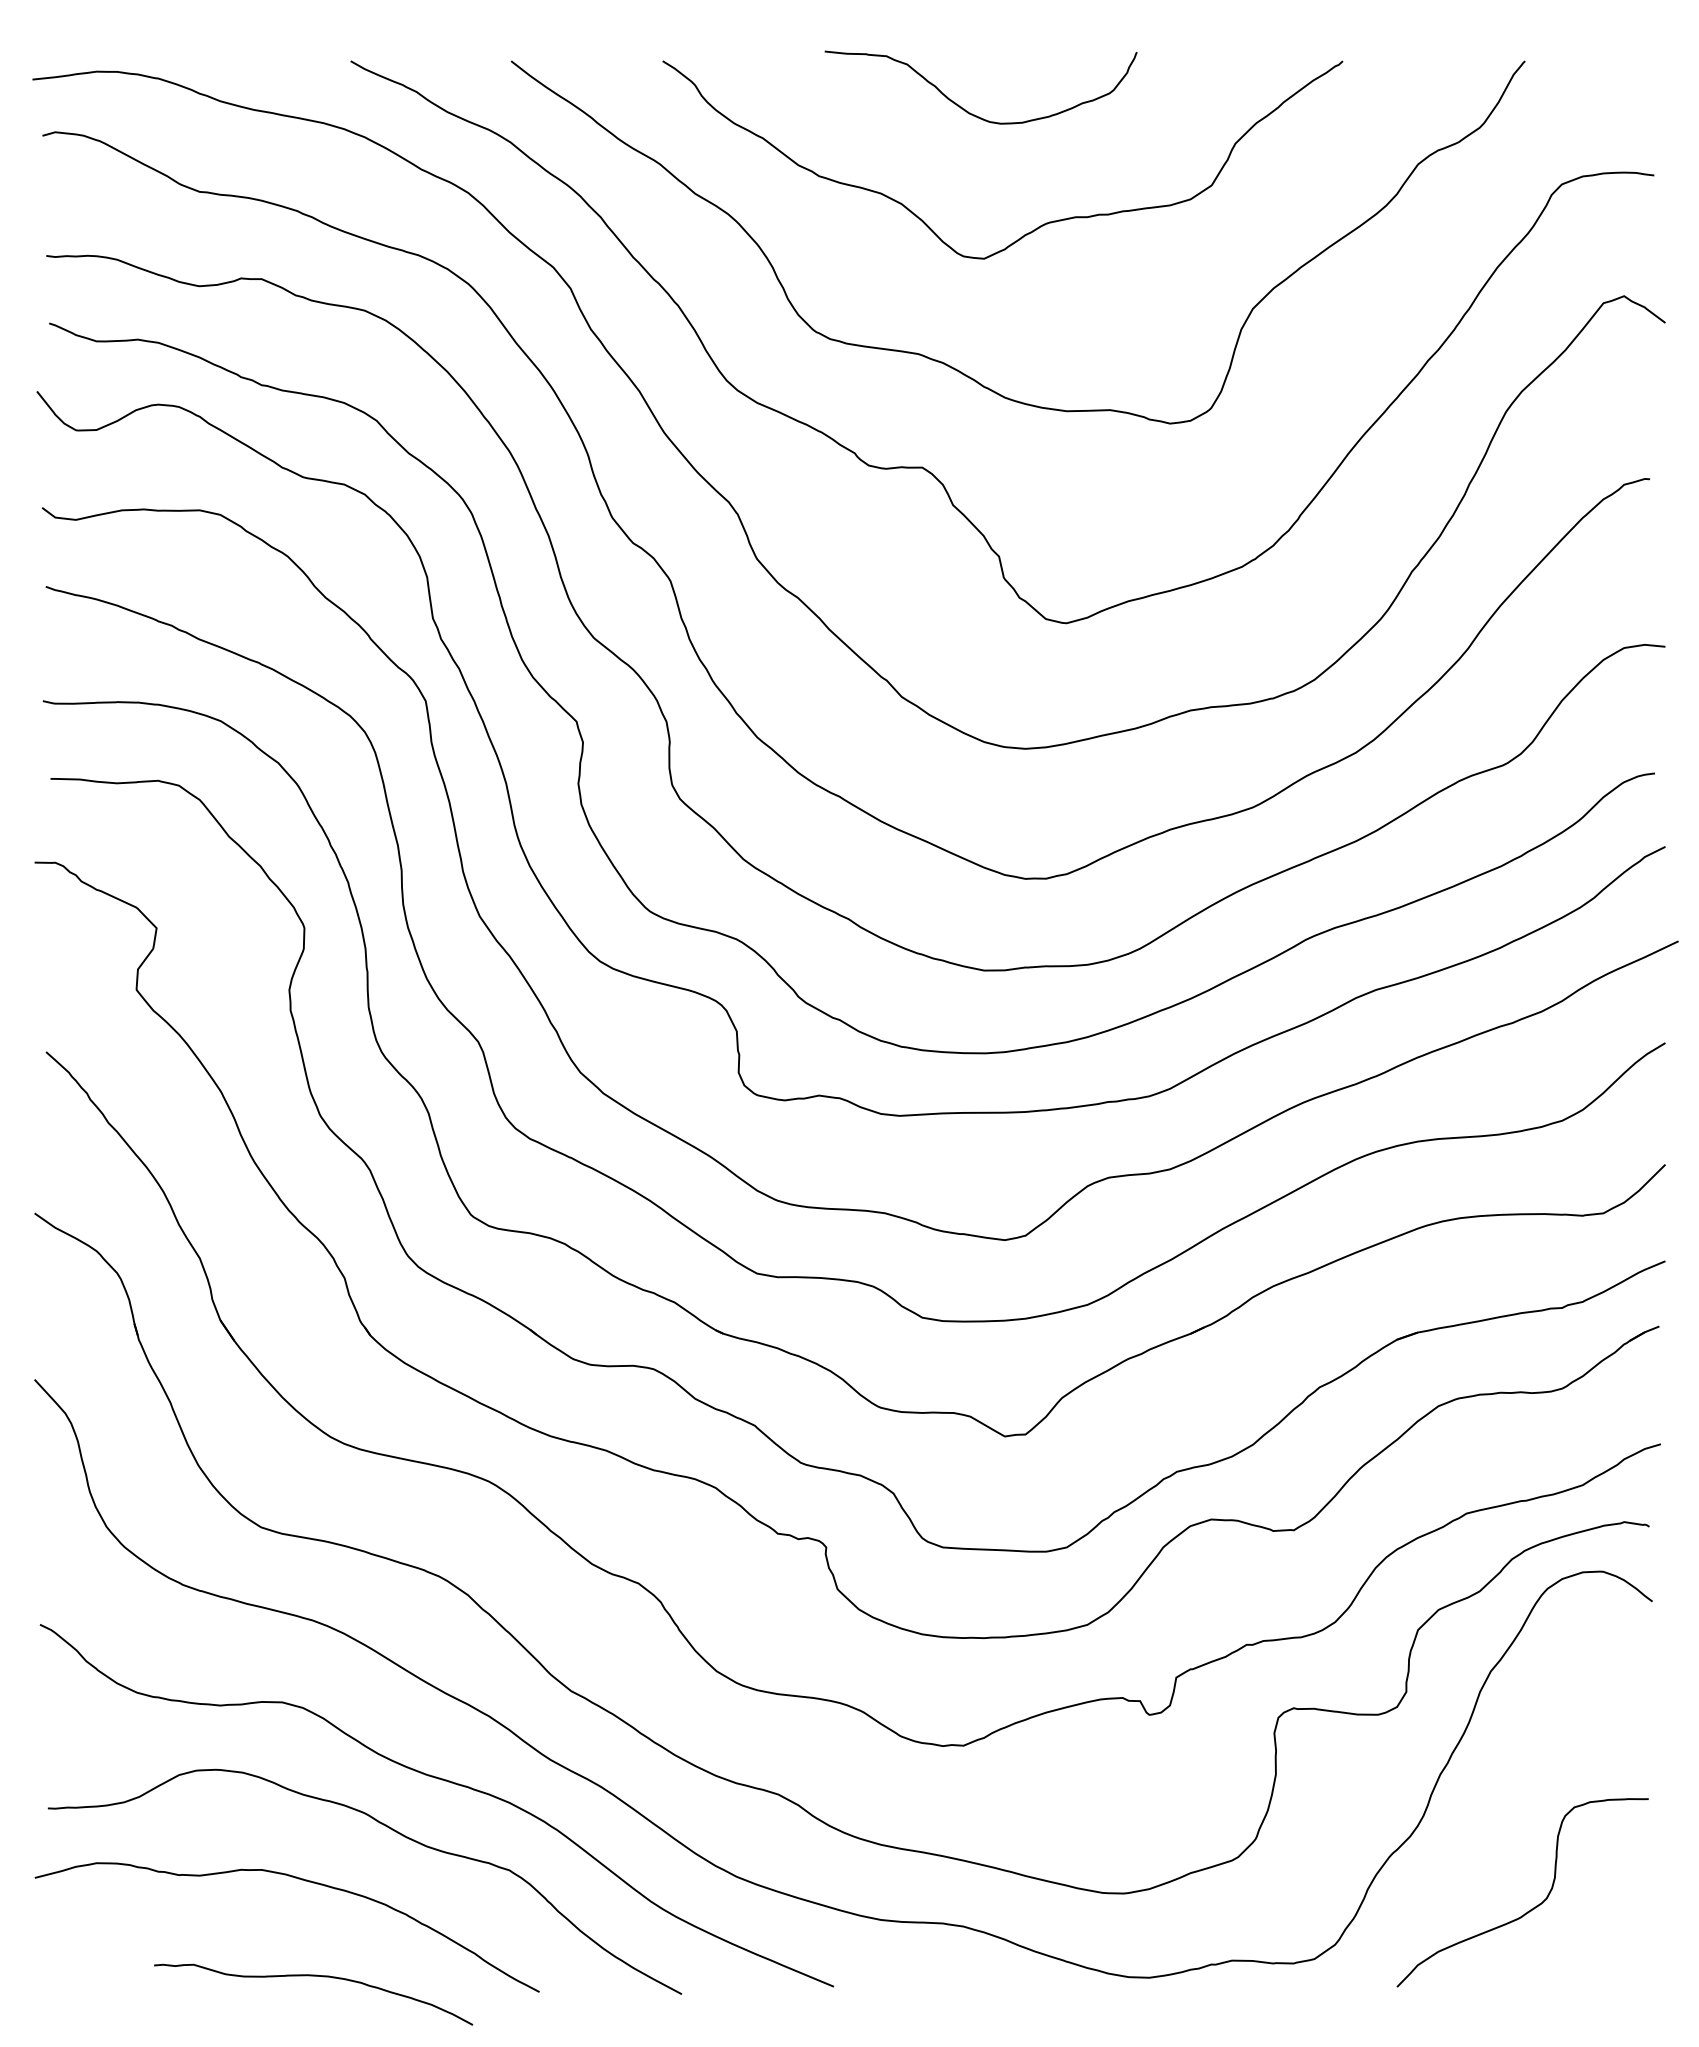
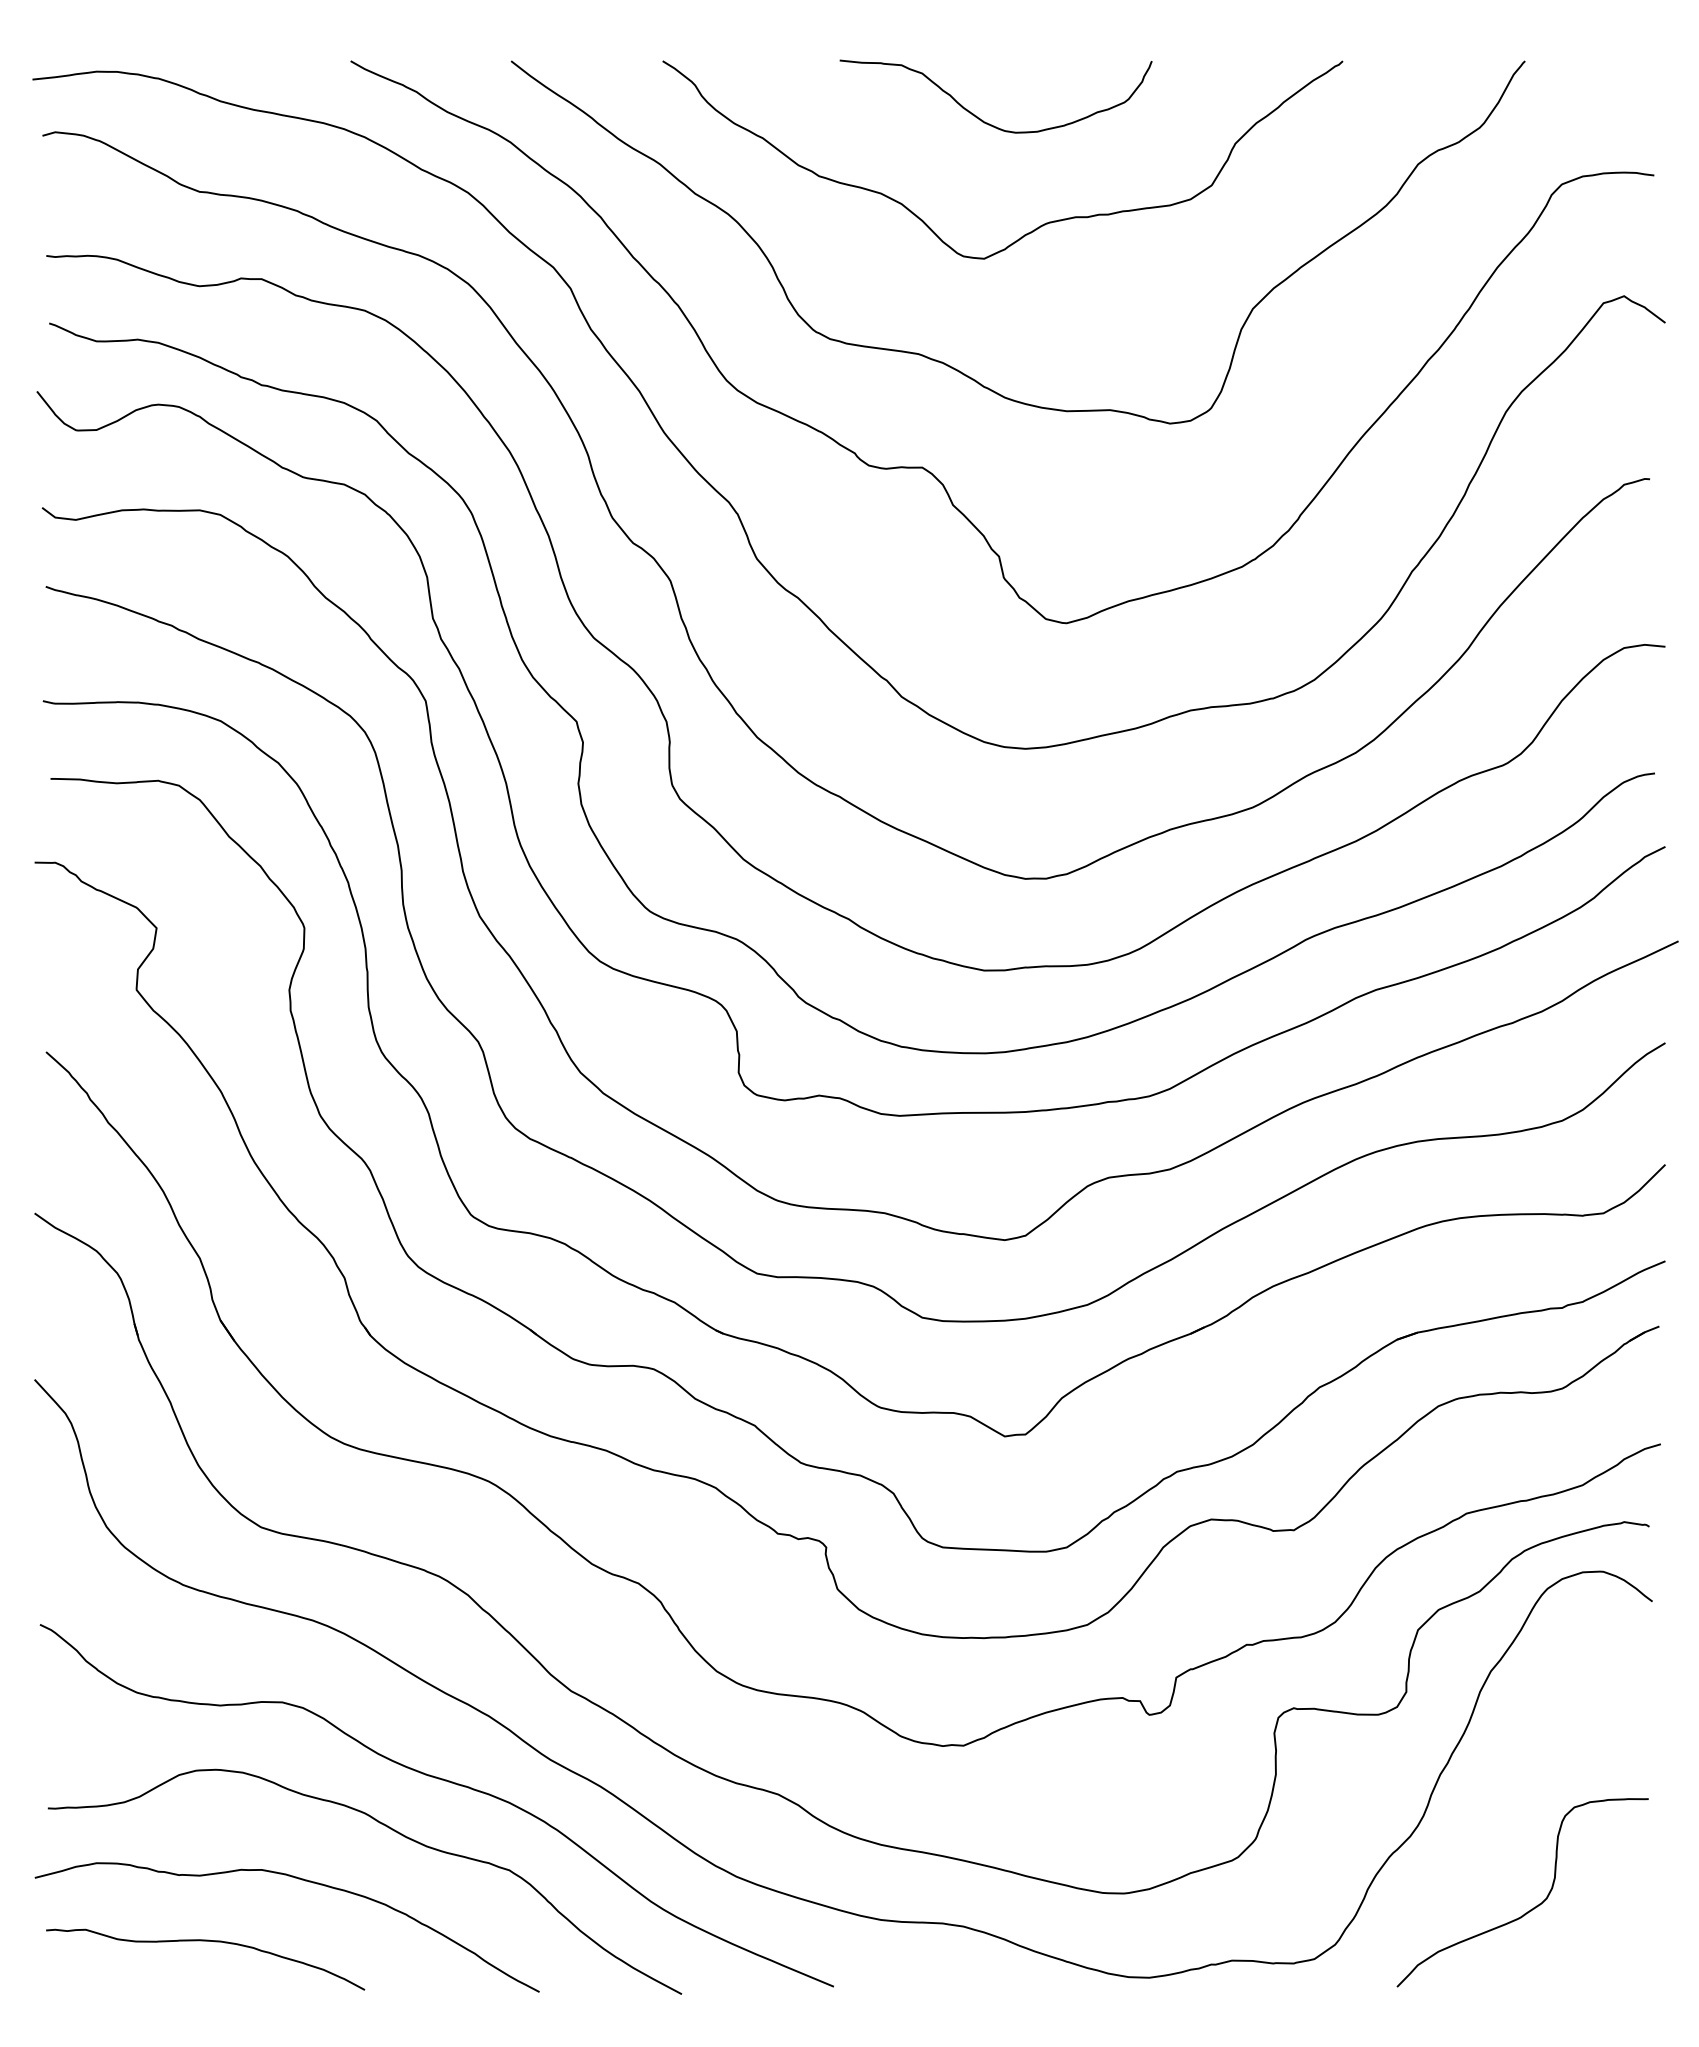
curve at (964, 108) position: (964, 108) -> (979, 117)
curve at (313, 1976) position: (313, 1976) -> (205, 1941)
